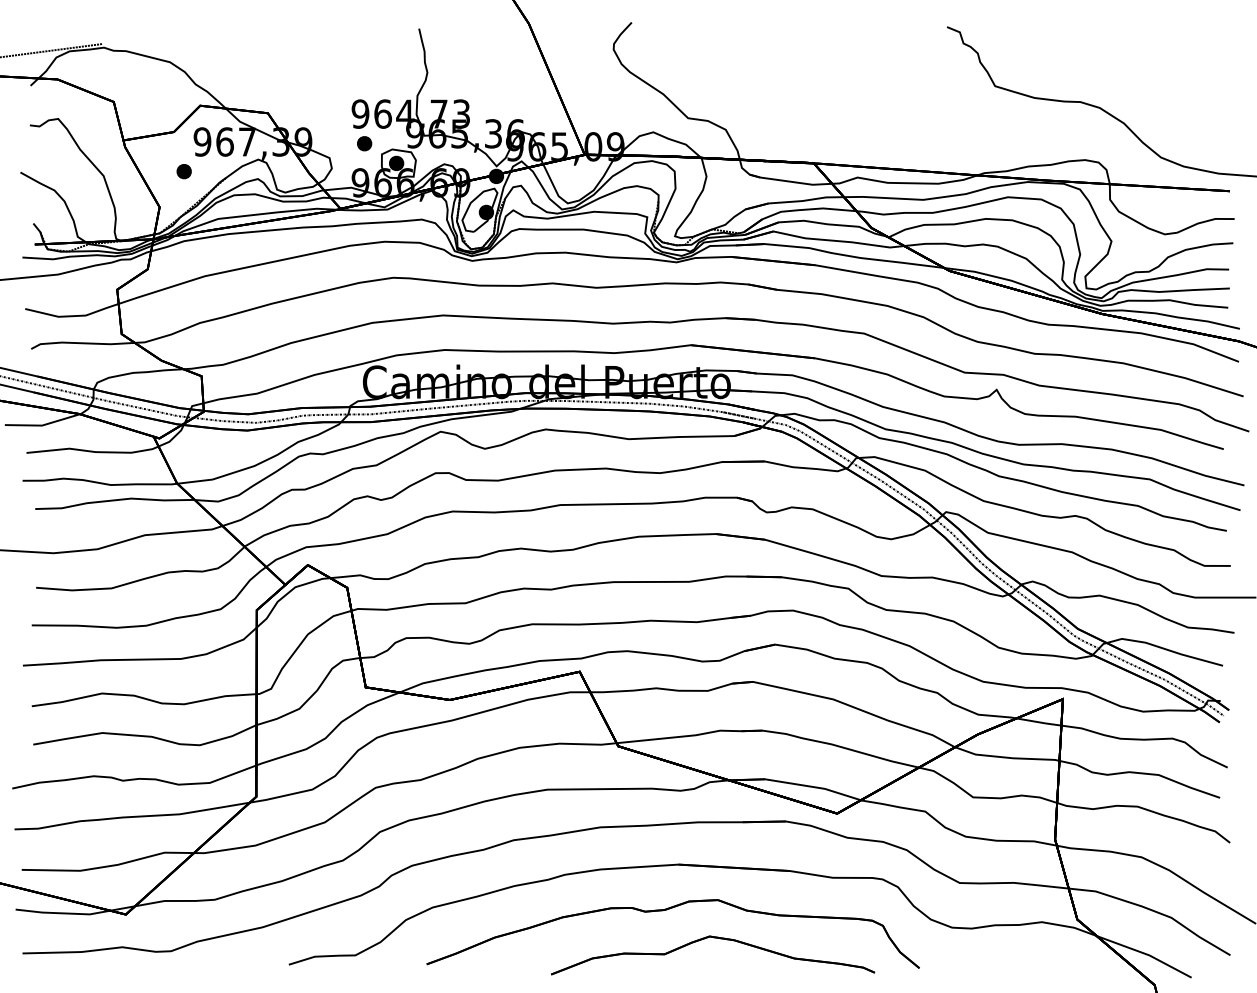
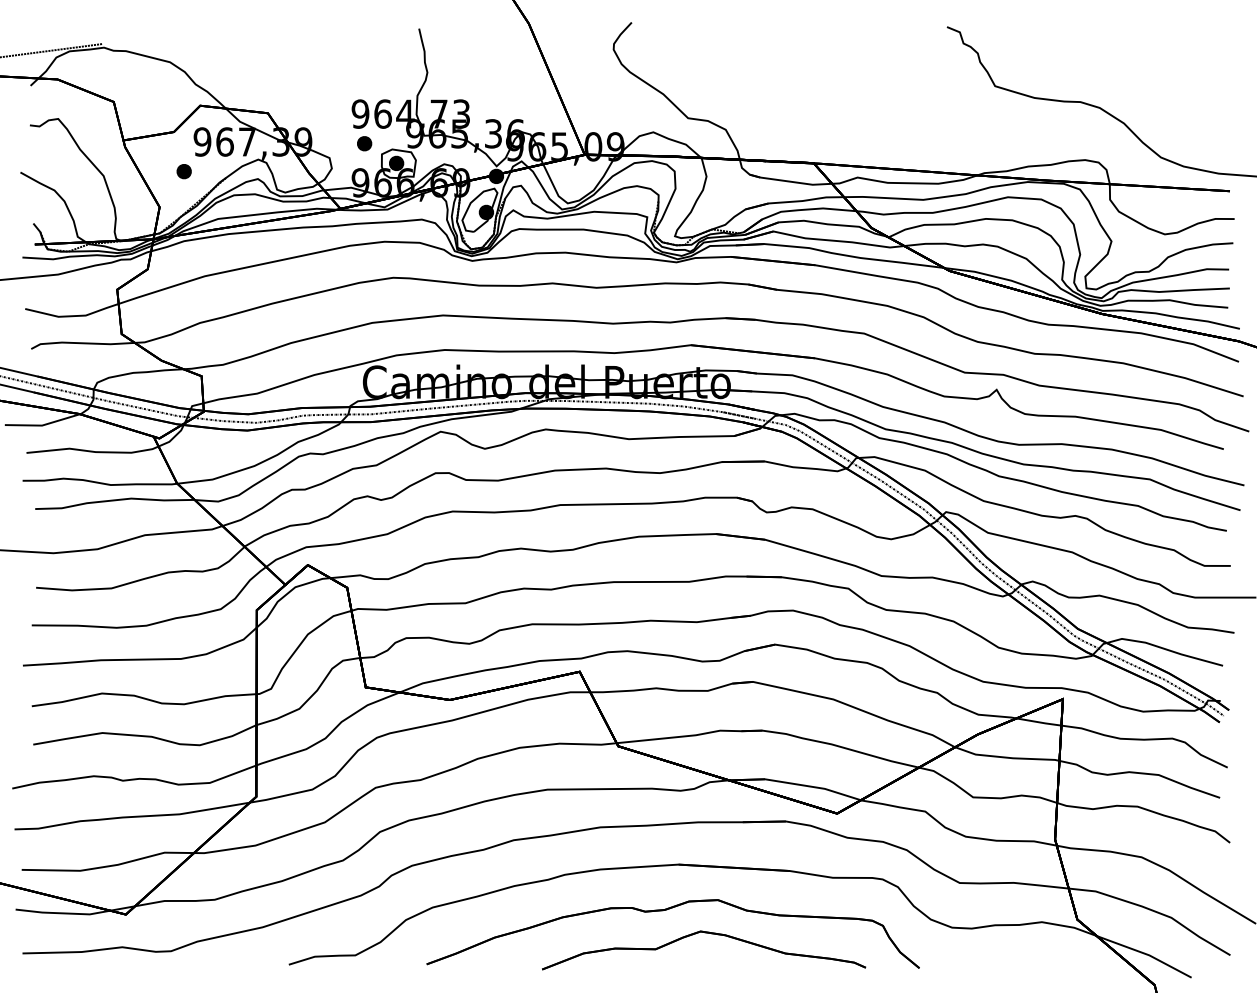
part at (713, 938) position: (713, 938) -> (704, 933)
